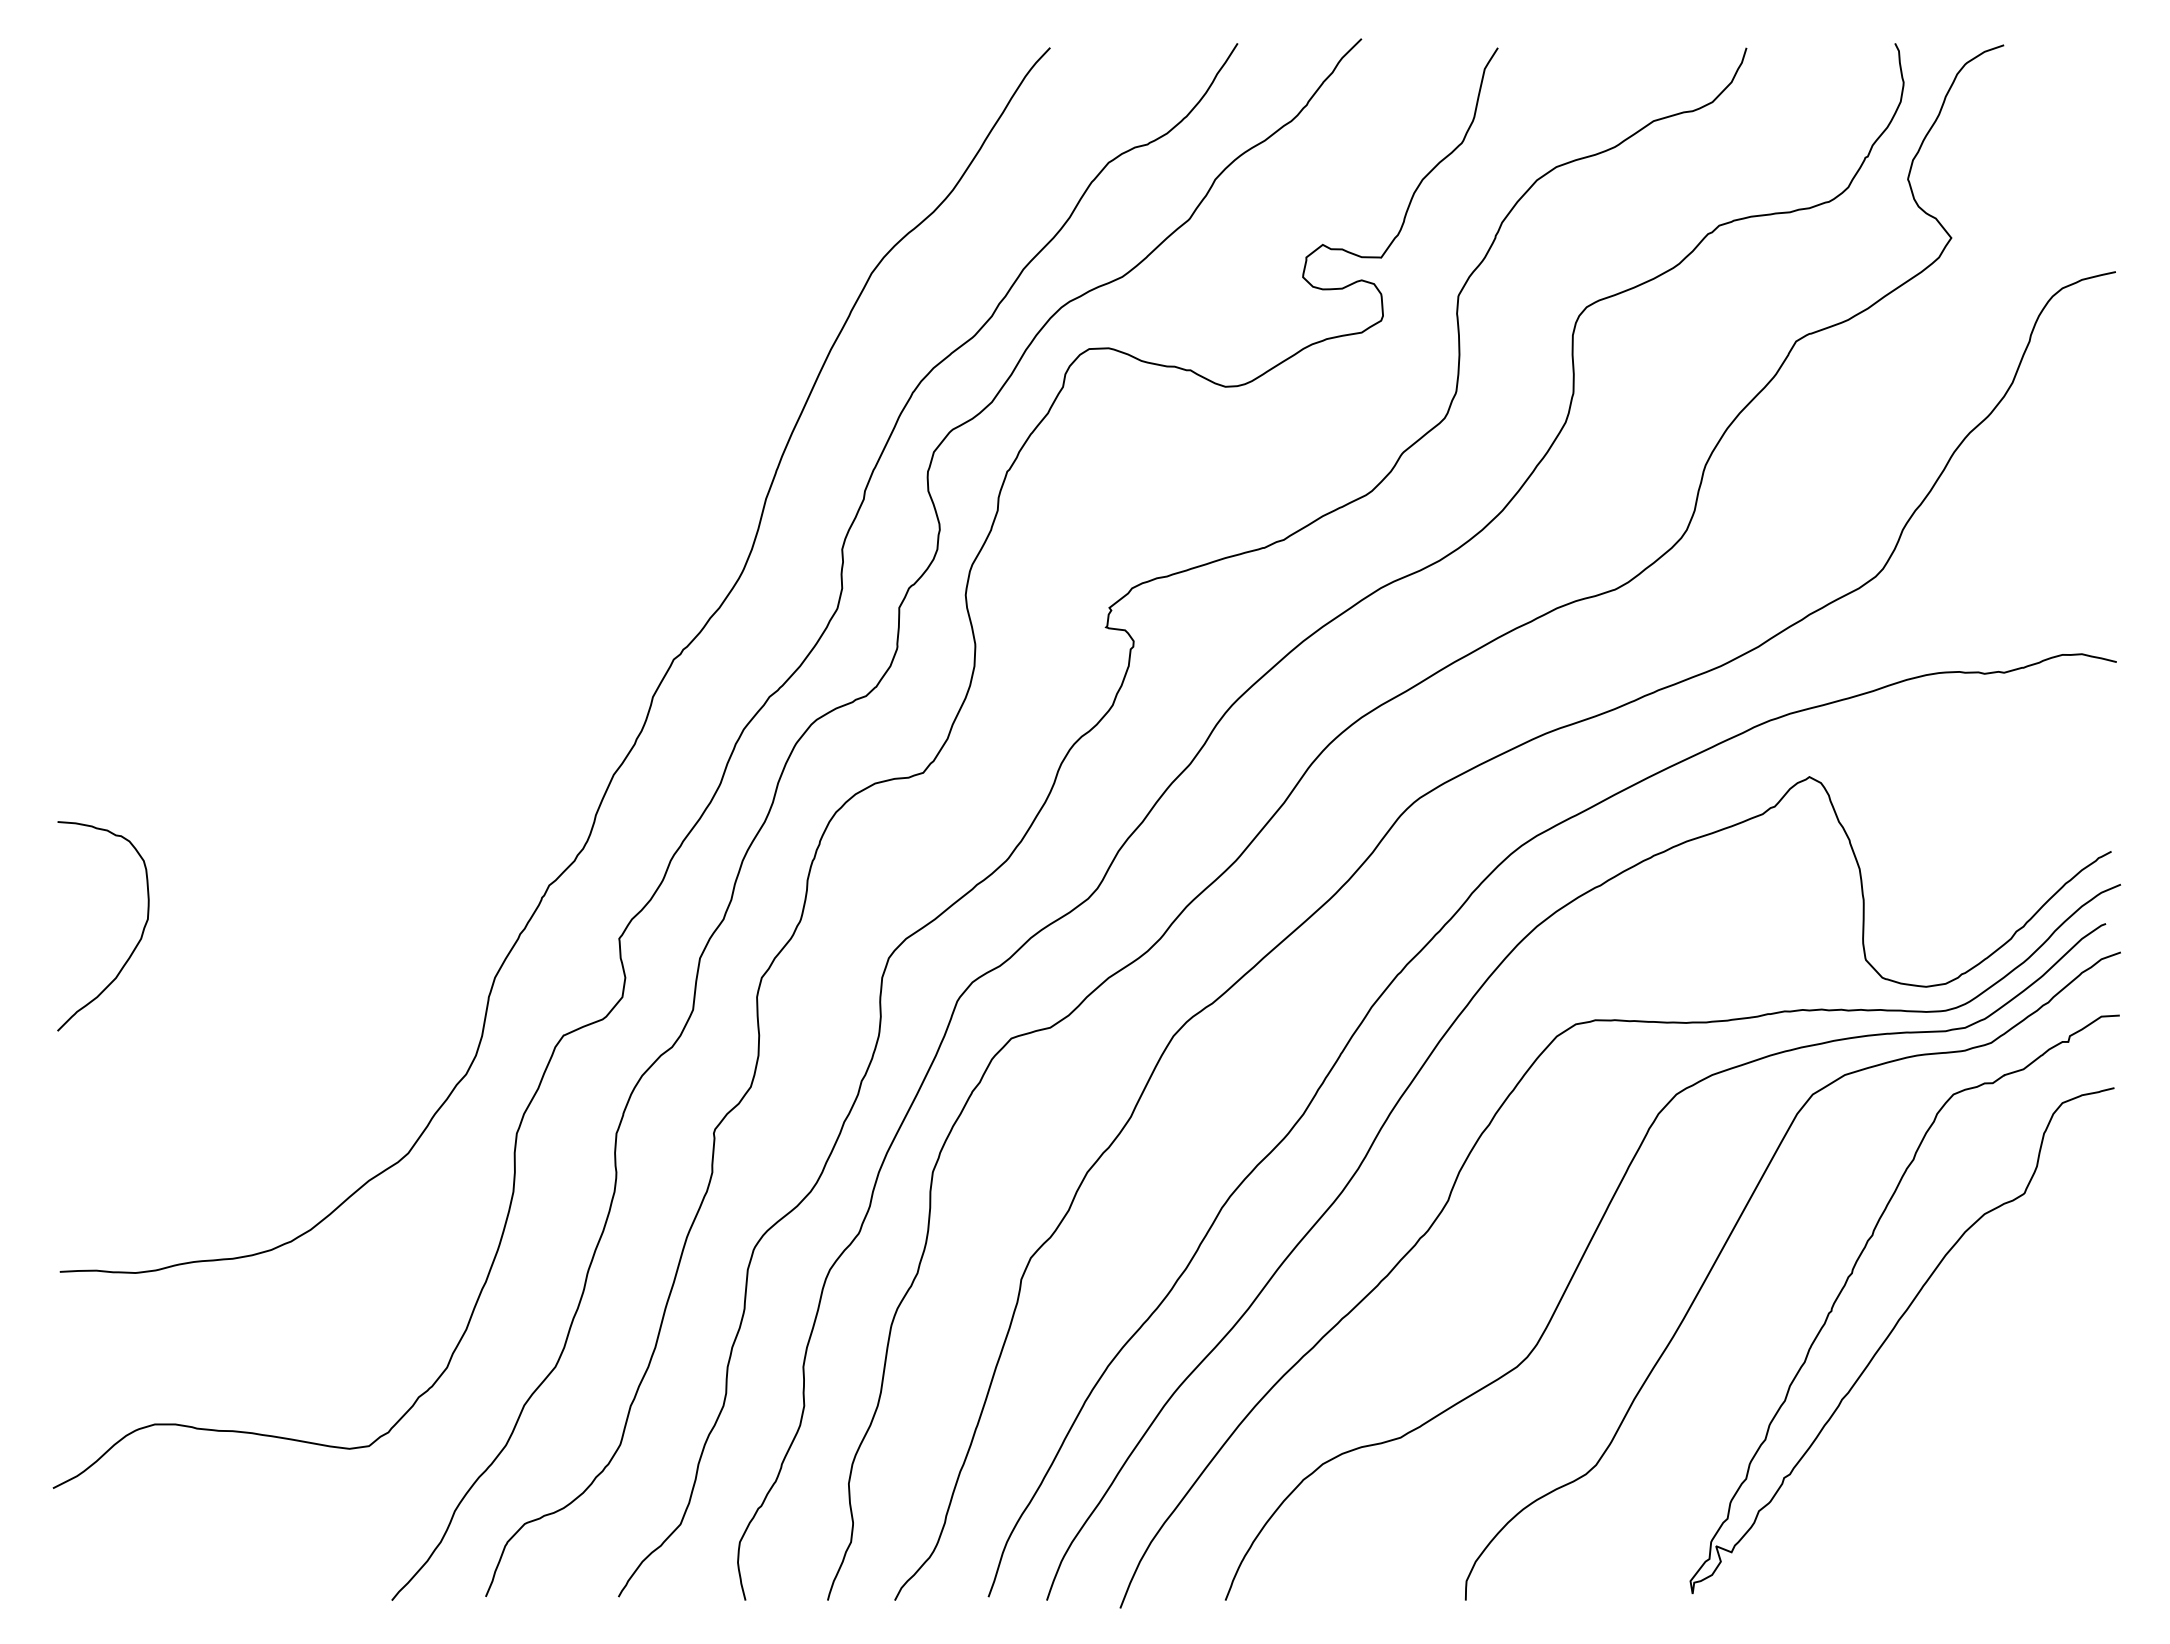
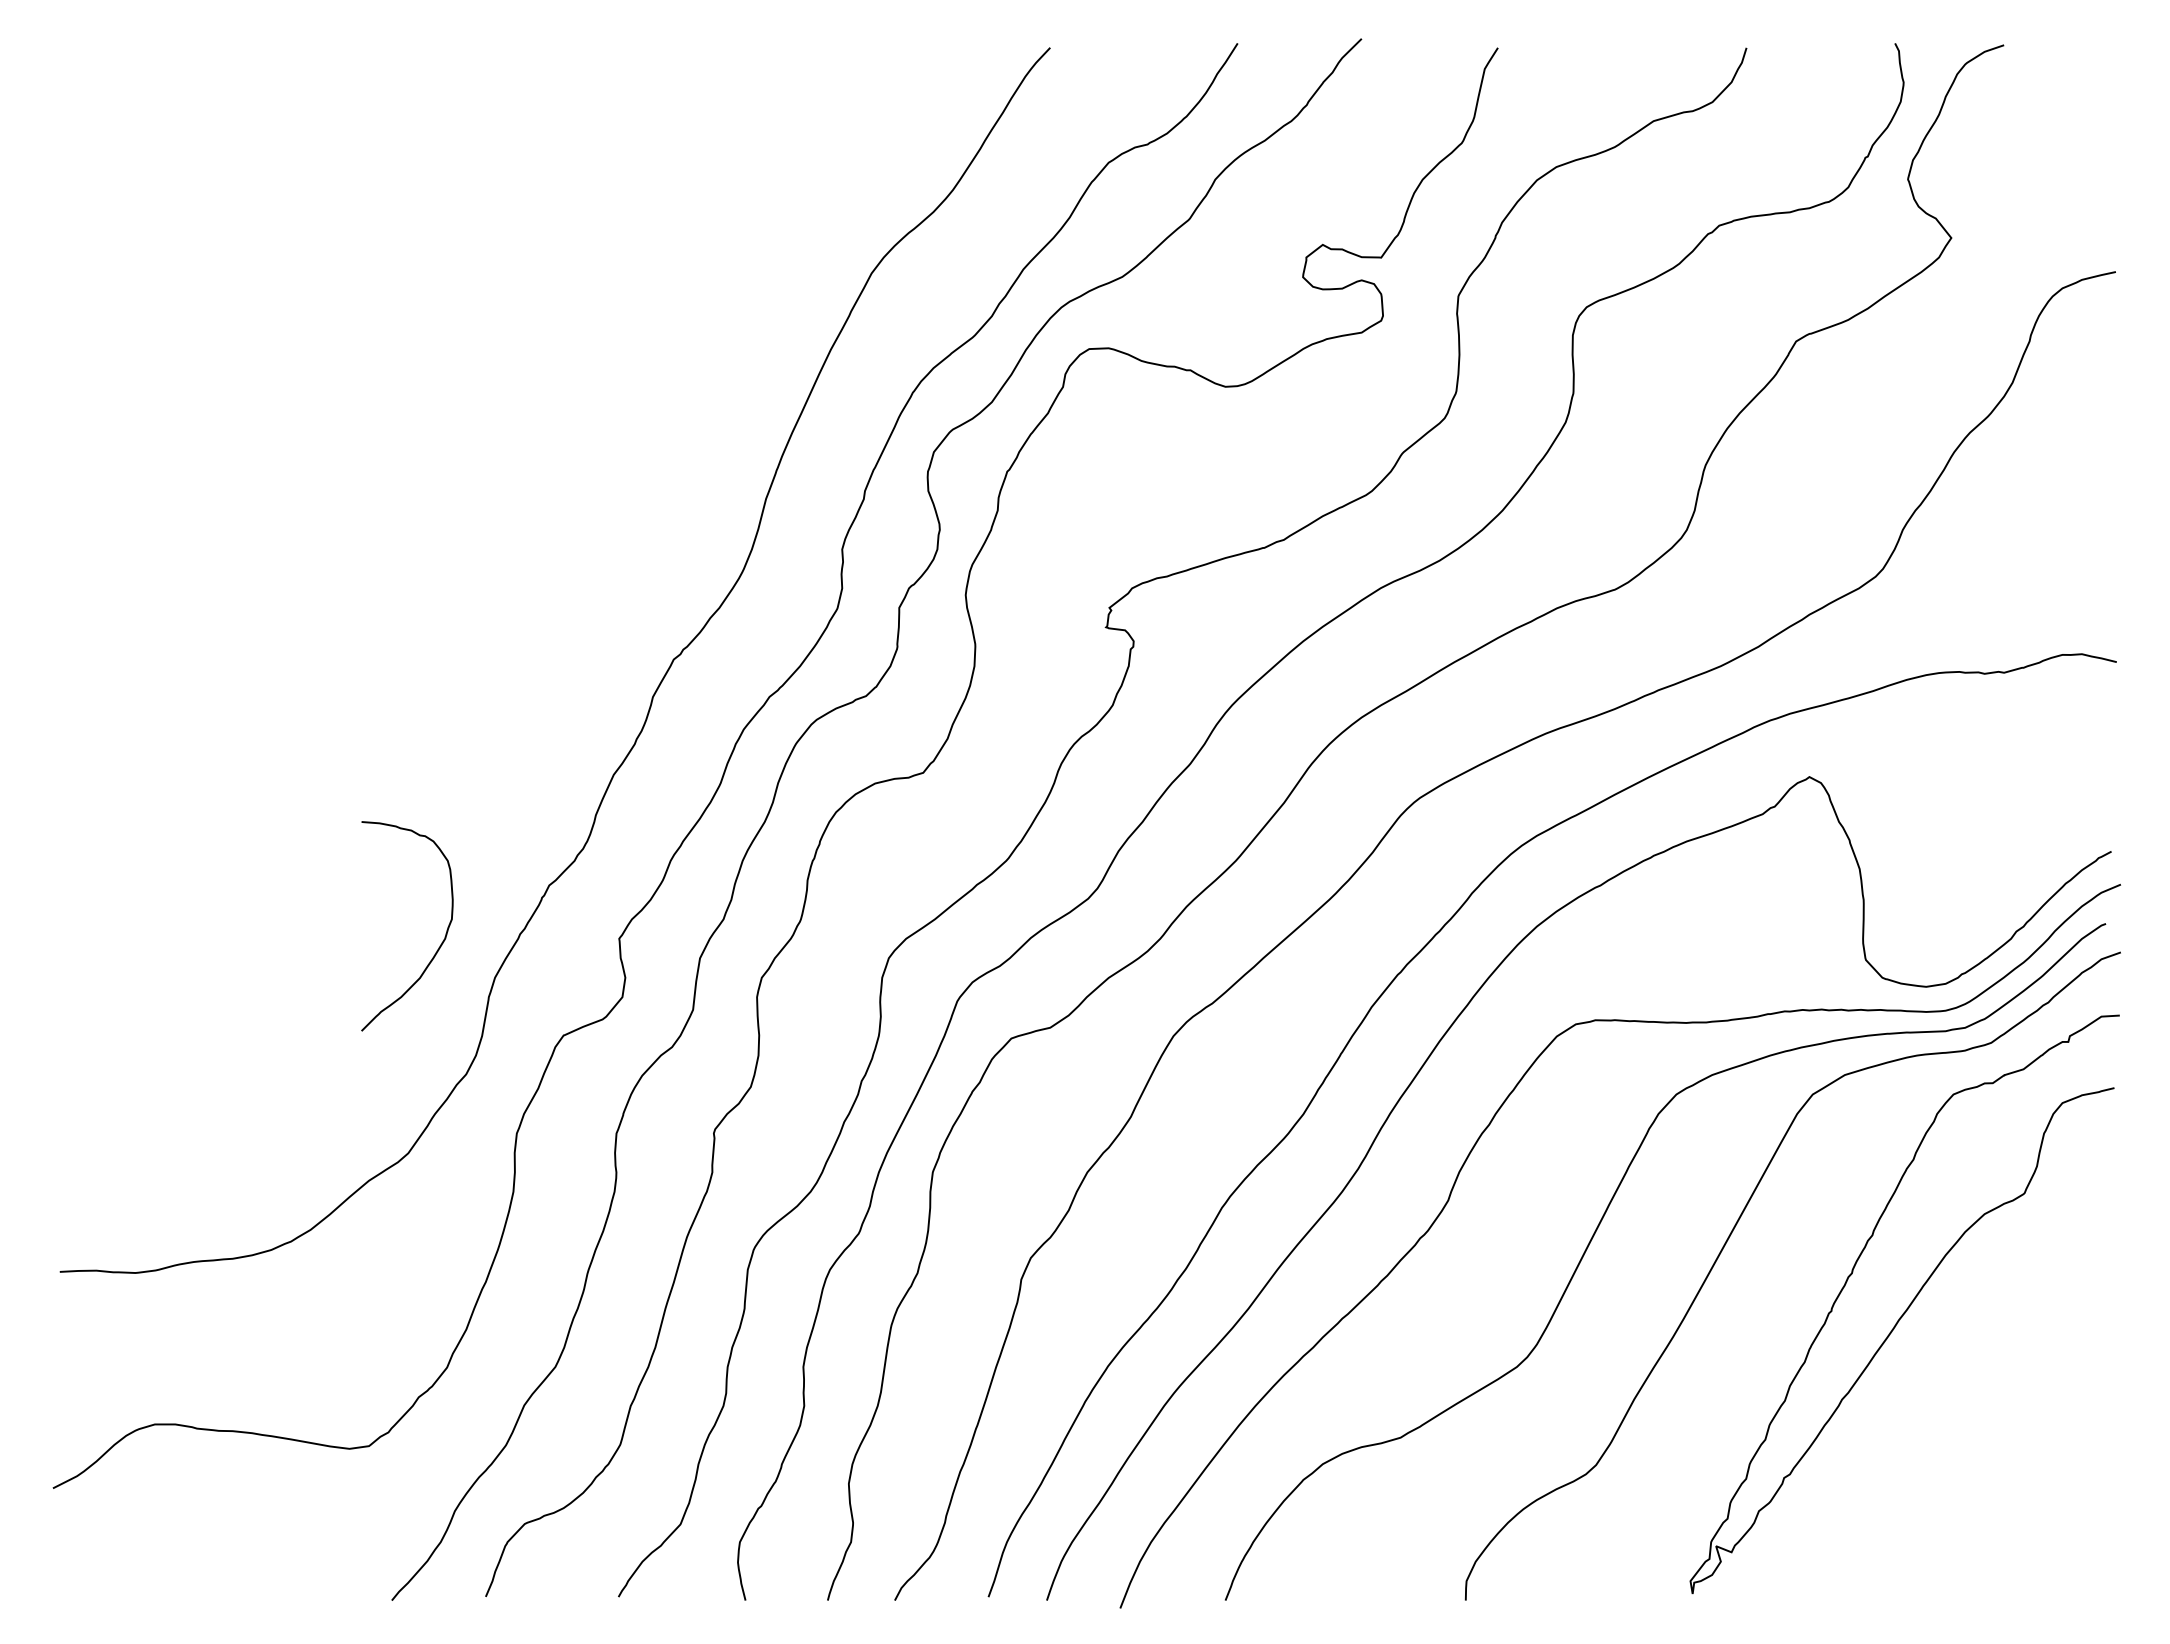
curve at (134, 947) position: (134, 947) -> (438, 947)
